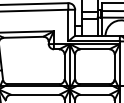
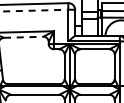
line at (34, 10): solid -> dashed
line at (23, 37): solid -> dashed
